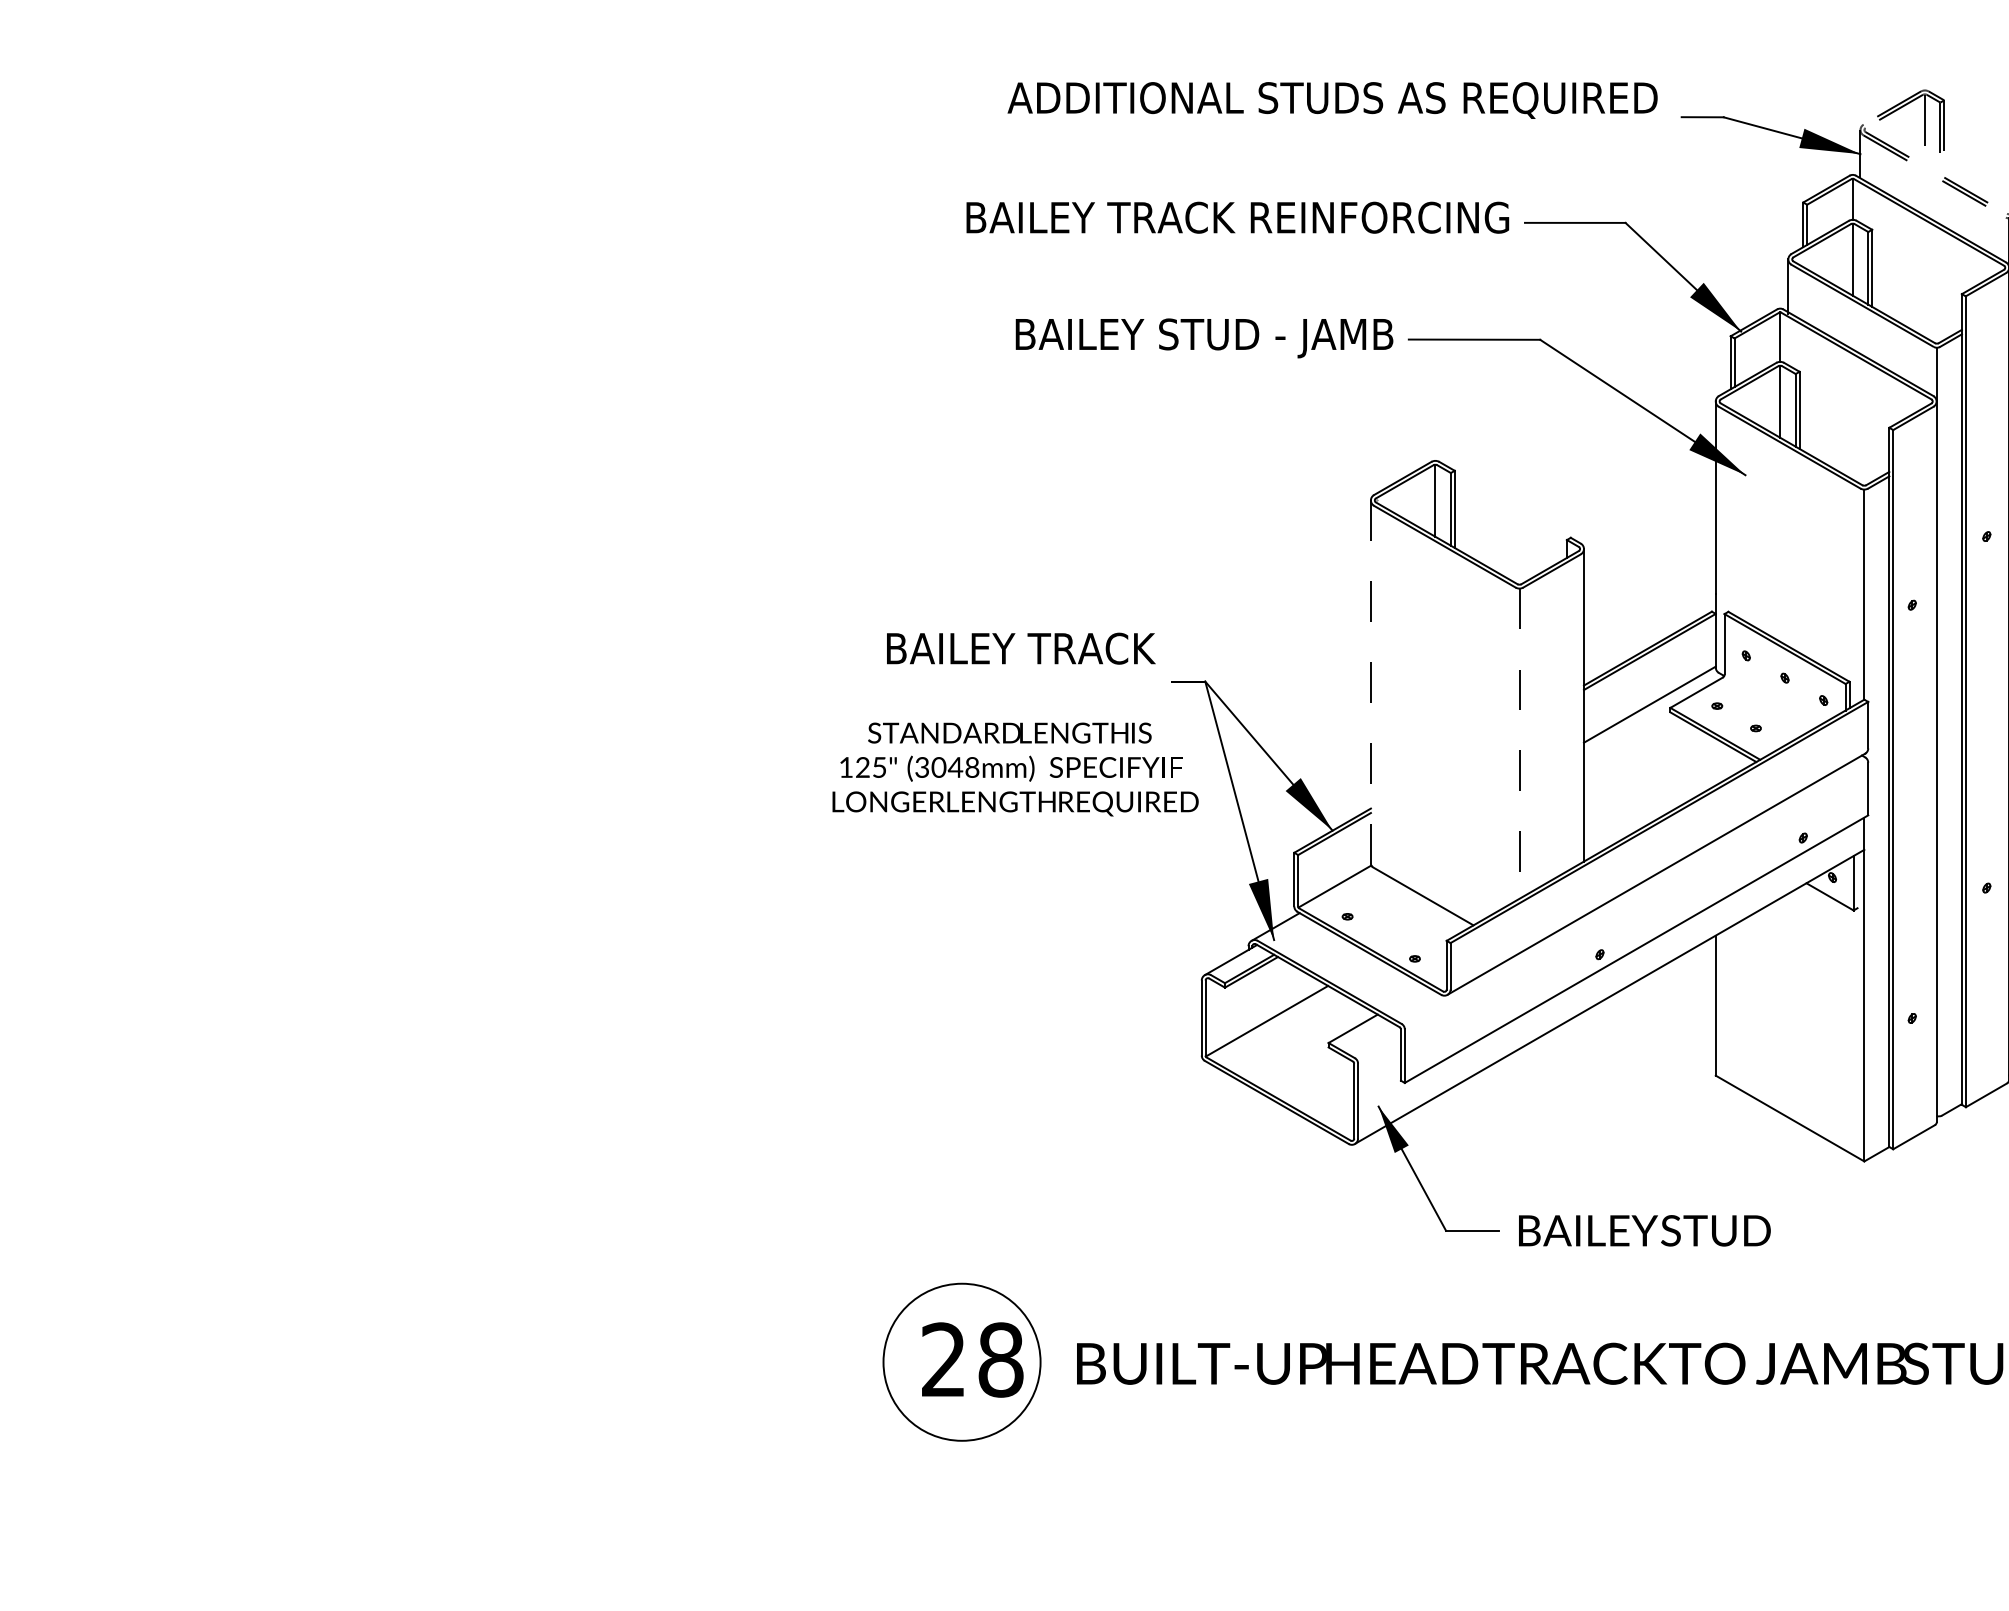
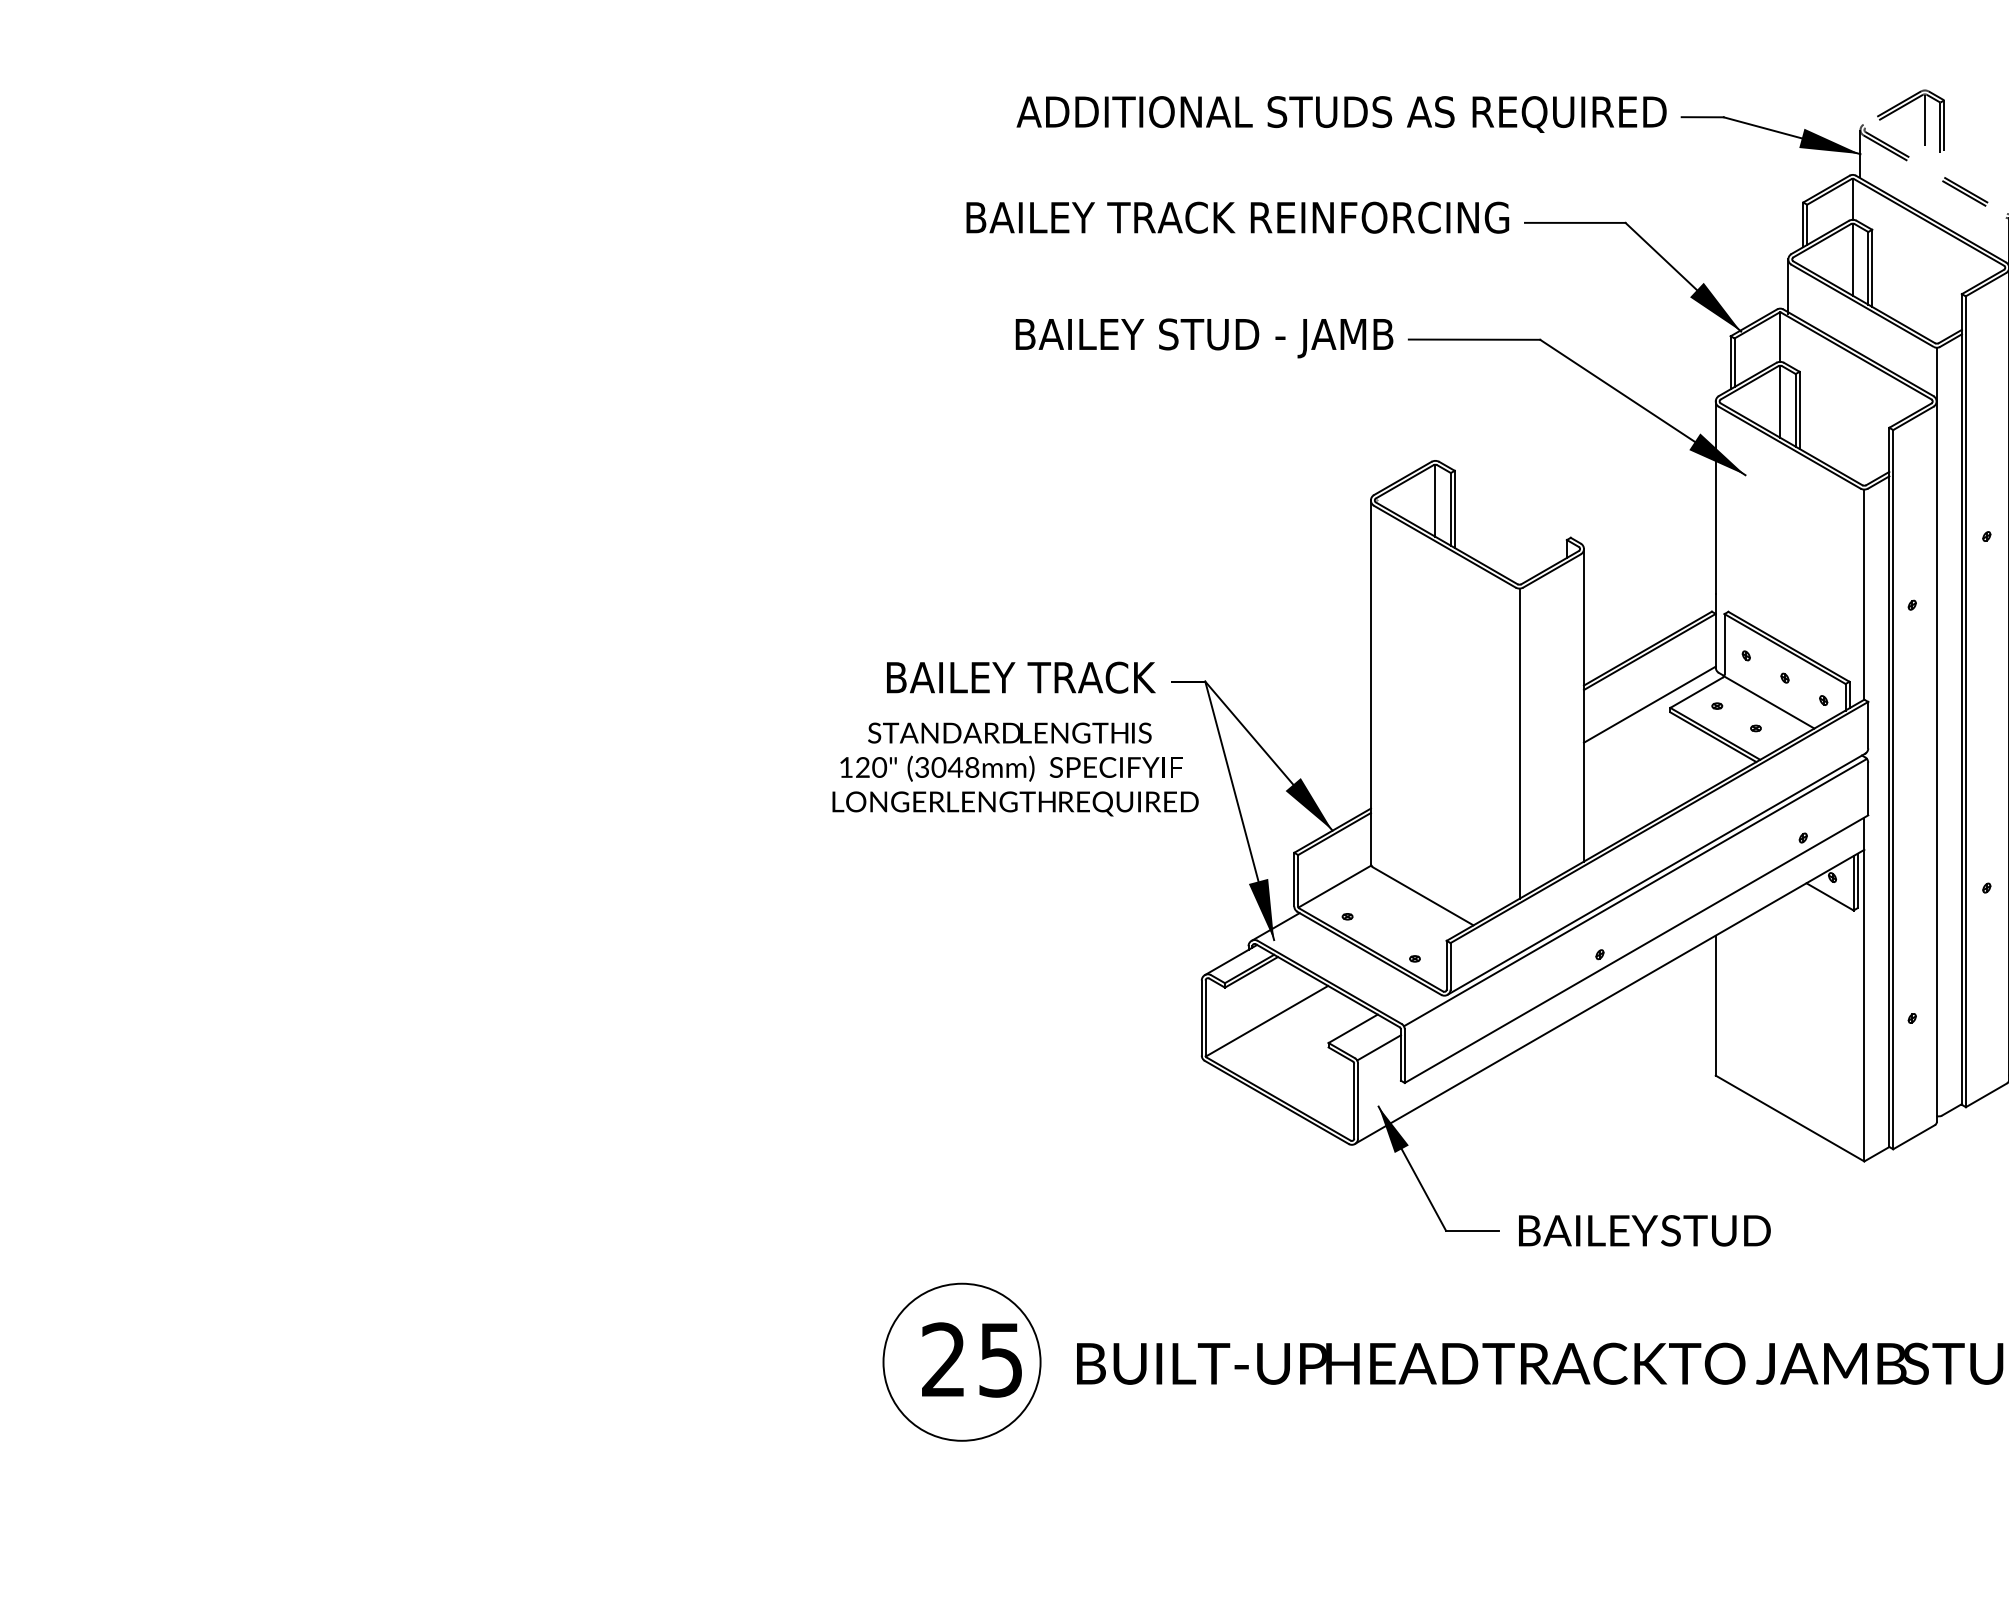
text at (1332, 100) position: (1332, 100) -> (1341, 114)
text at (1021, 648) position: (1021, 648) -> (1021, 677)
line at (1370, 682): dashed -> solid
line at (1769, 702): none -> present
line at (1519, 744): dashed -> solid
text at (879, 767): 125" -> 120"
line at (1857, 880): none -> present
line at (1635, 892): none -> present
line at (1378, 1047): none -> present
text at (1000, 1359): 28 -> 25
